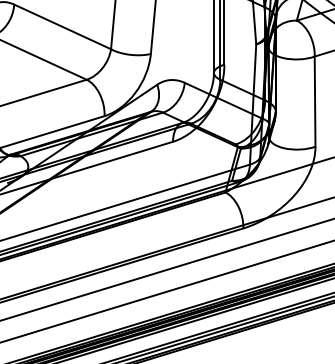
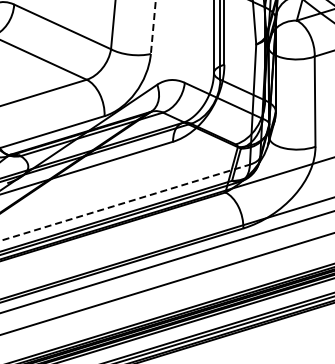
line at (153, 27): solid -> dashed
line at (125, 202): solid -> dashed
line at (166, 269) position: (166, 269) -> (166, 262)
line at (166, 291) position: (166, 291) -> (166, 283)
